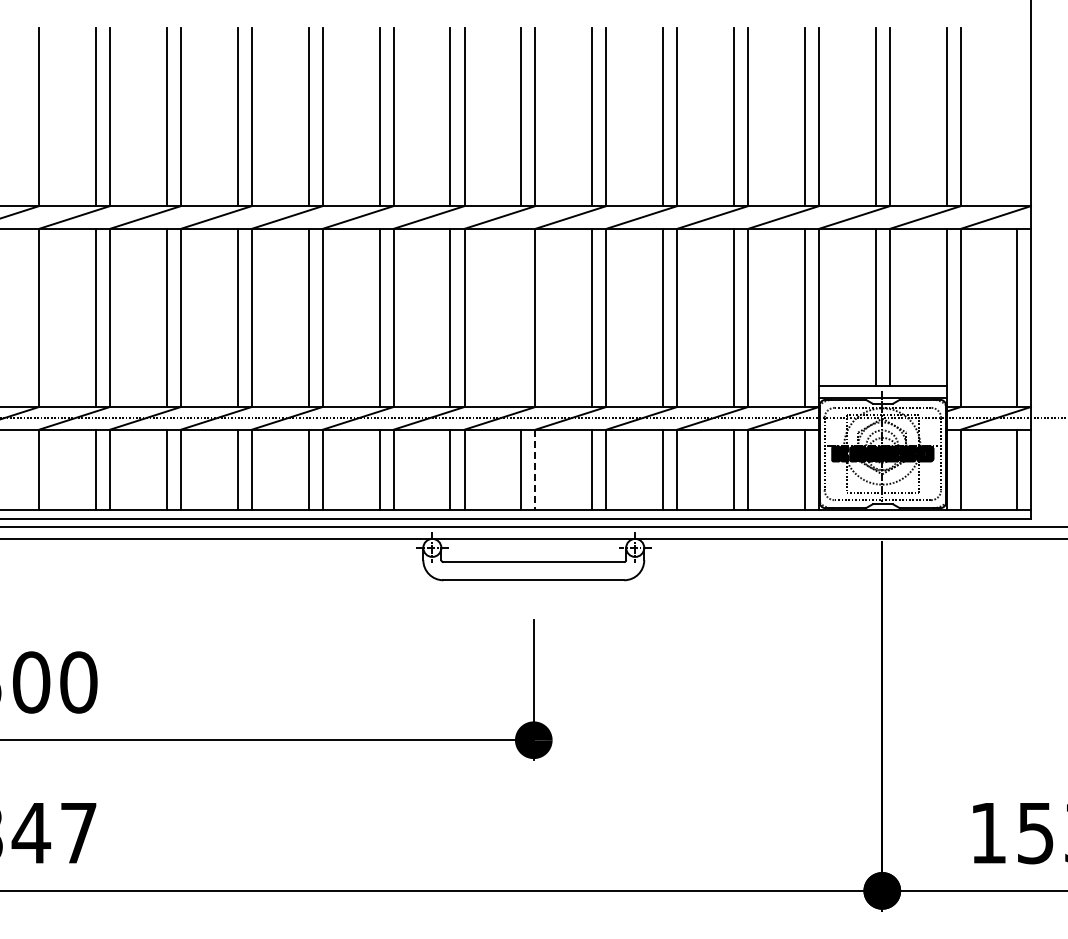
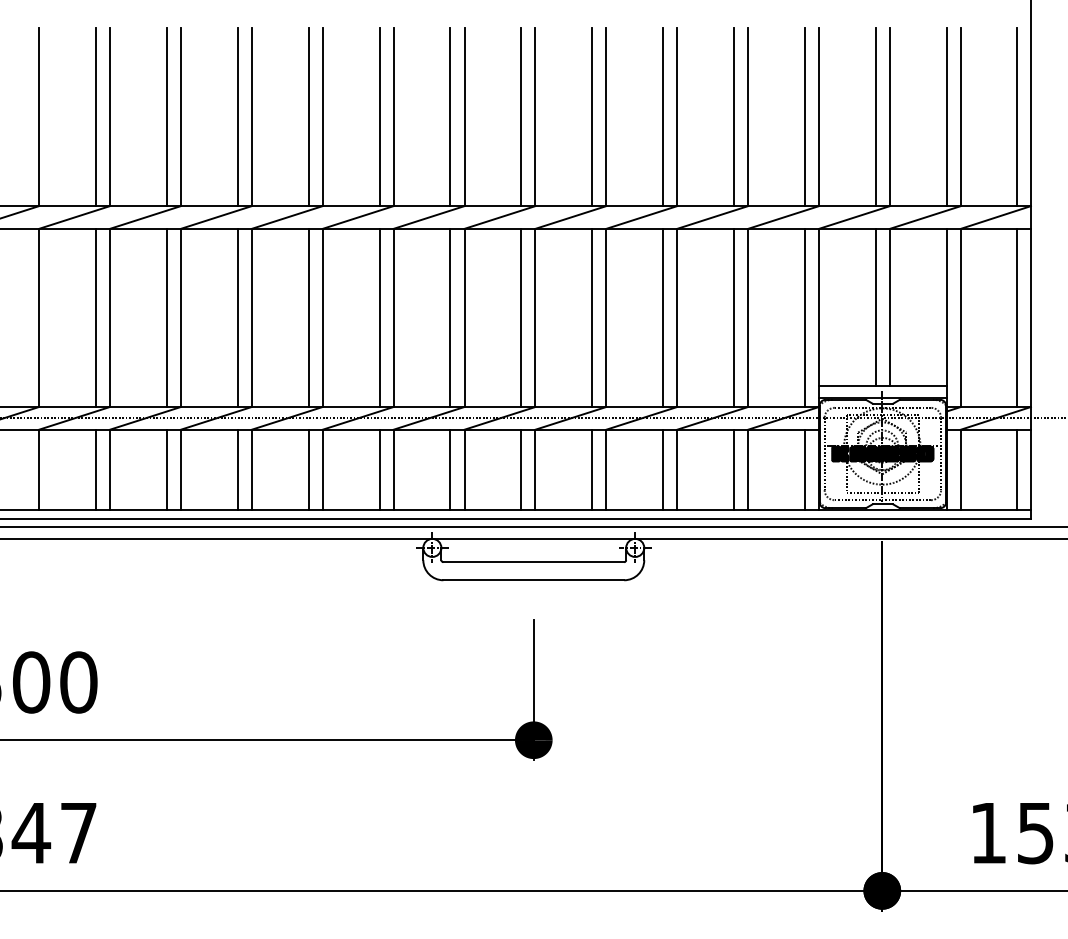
line at (1016, 117): none -> present
line at (521, 317): none -> present
line at (535, 470): dashed -> solid
